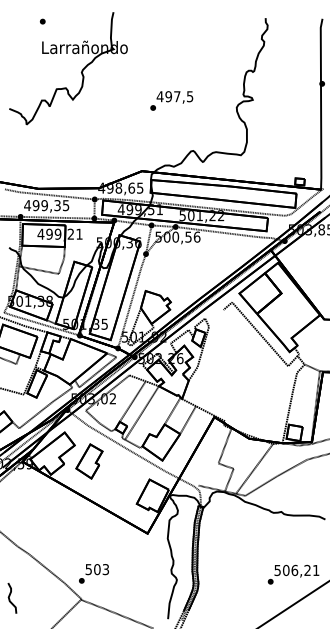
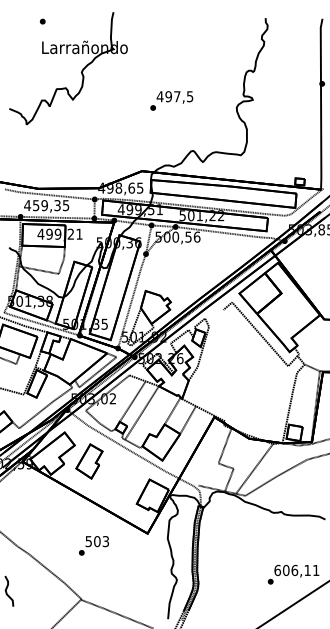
text at (35, 205): 499,35 -> 459,35
text at (292, 570): 506,21 -> 606,11
text at (93, 573) position: (93, 573) -> (93, 545)
curve at (10, 599) position: (10, 599) -> (7, 592)
